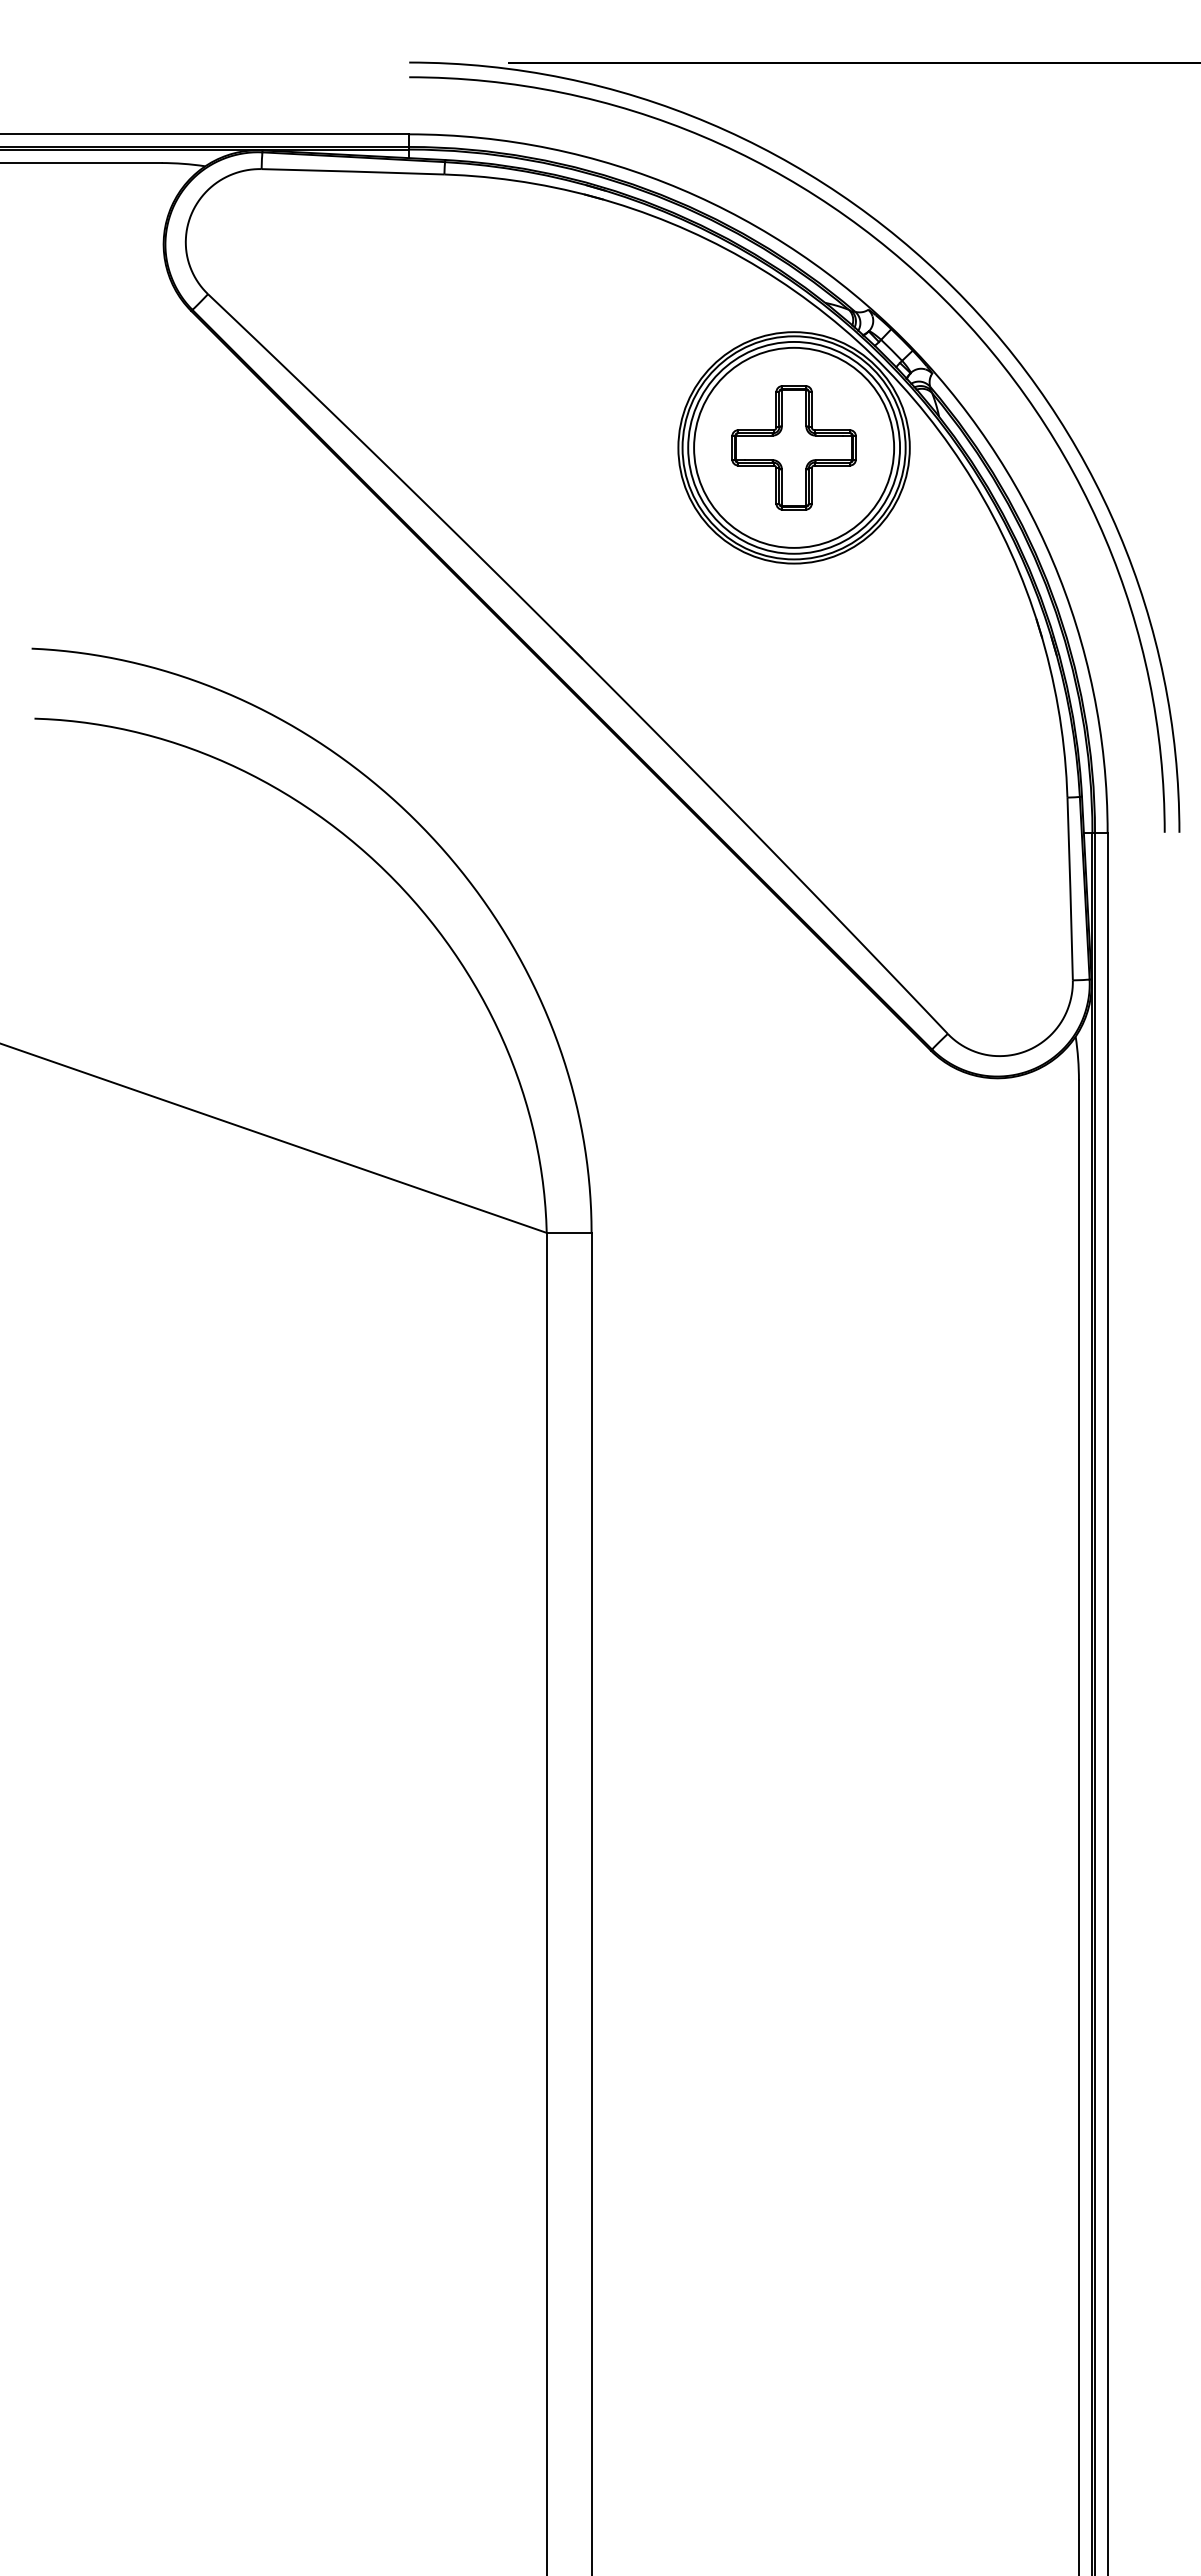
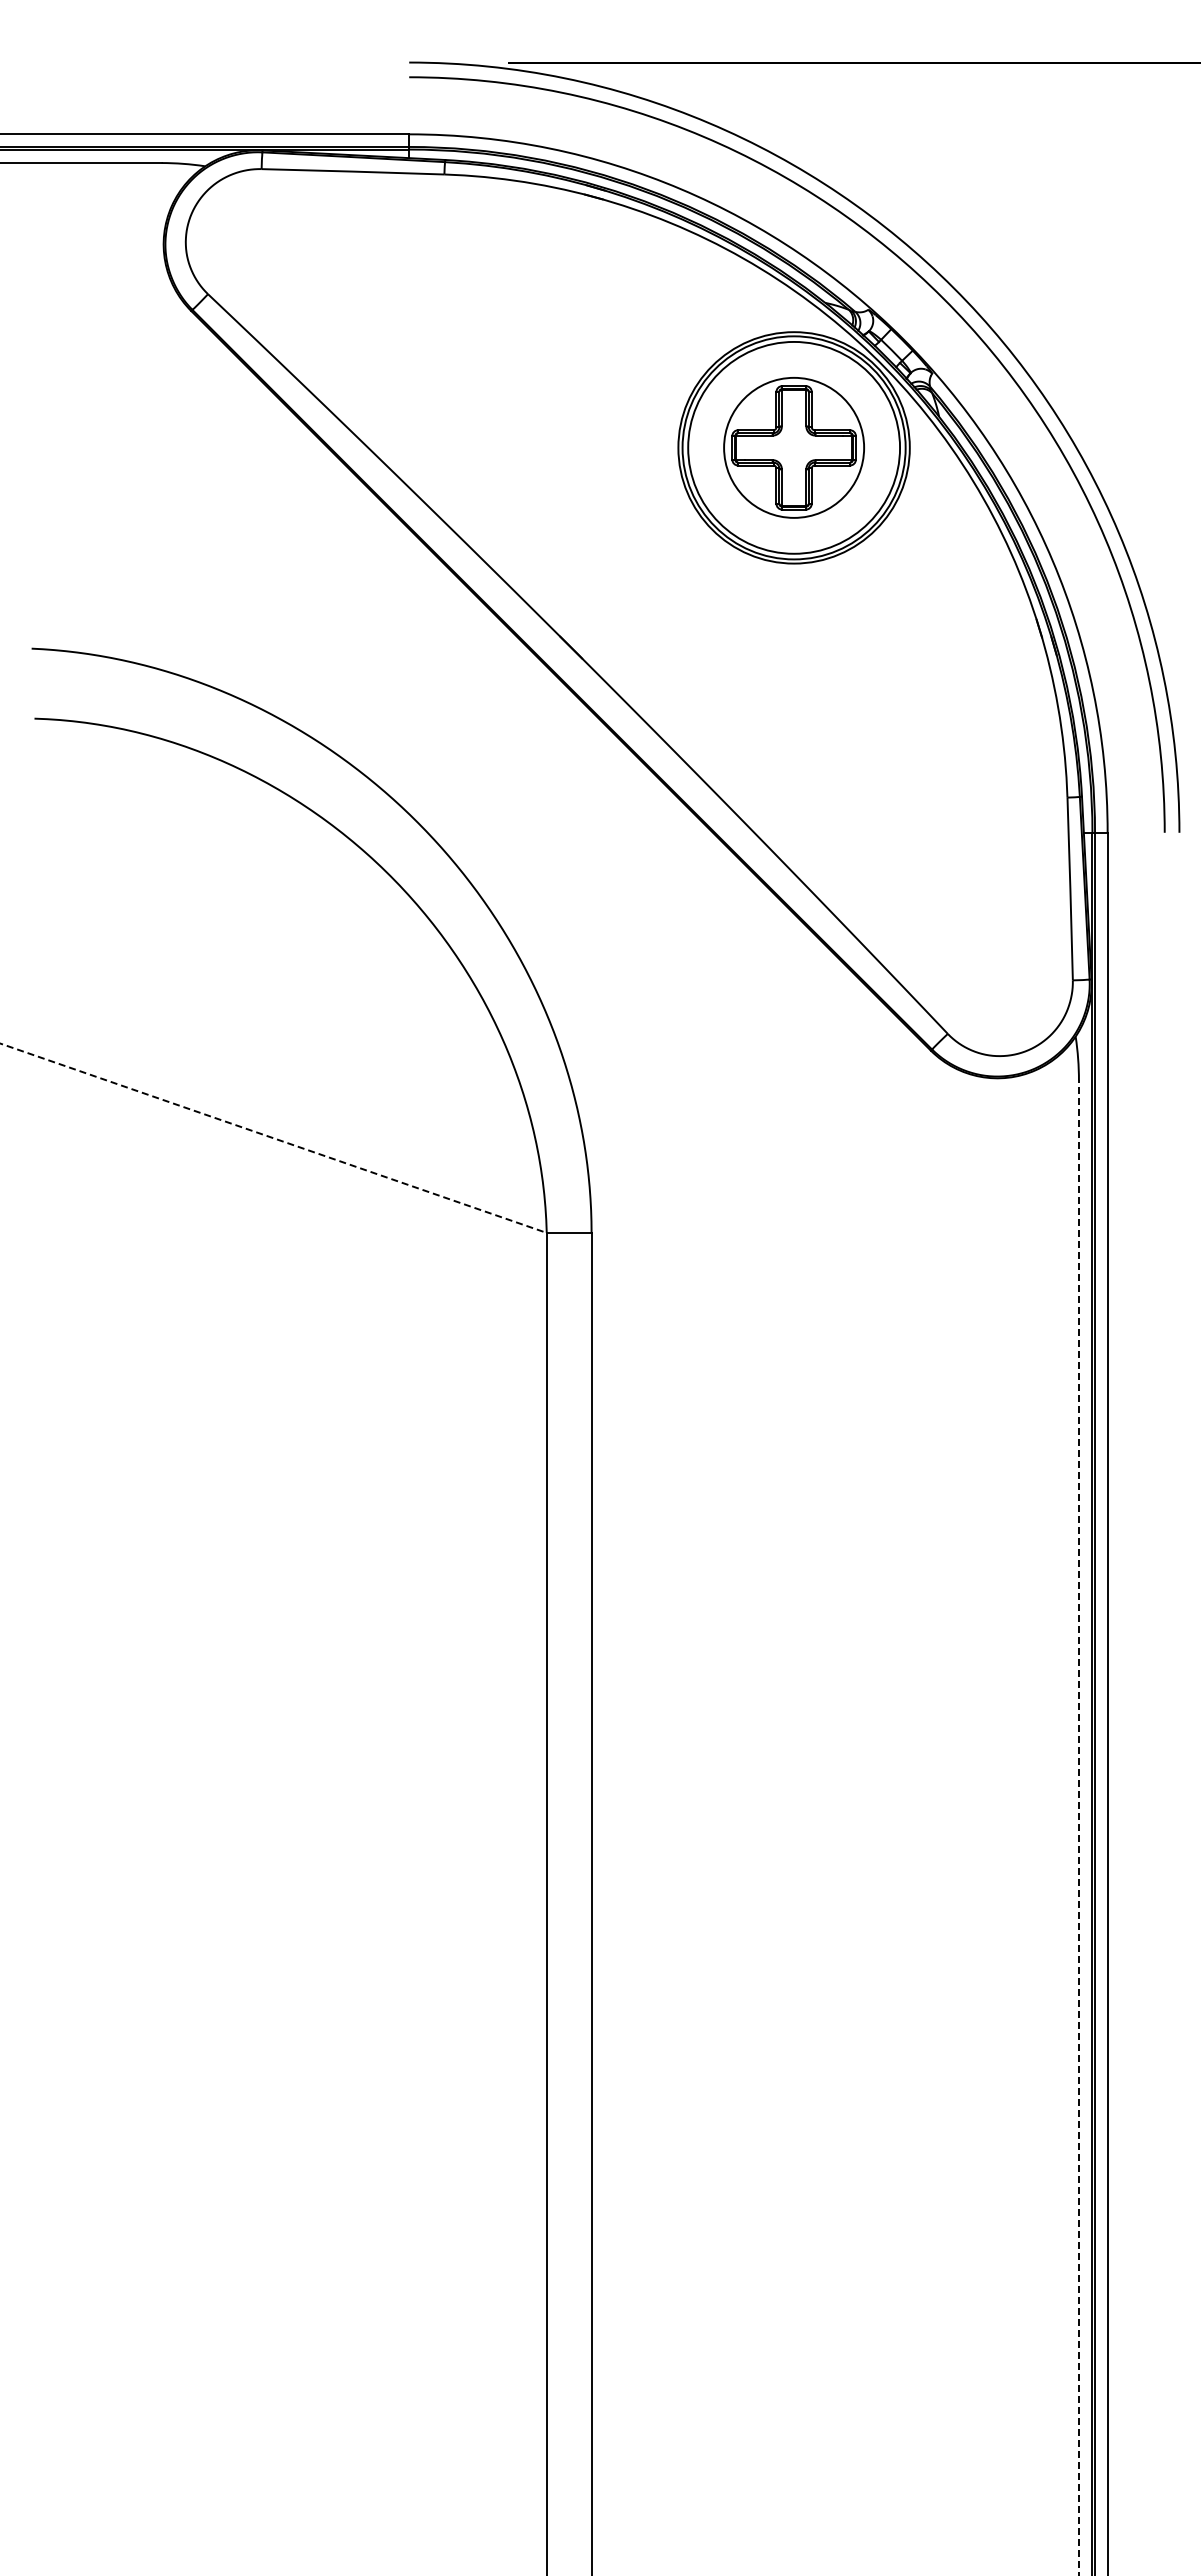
circle at (794, 447) diameter: 200 px -> 140 px
line at (273, 1138): solid -> dashed
line at (1078, 1827): solid -> dashed
